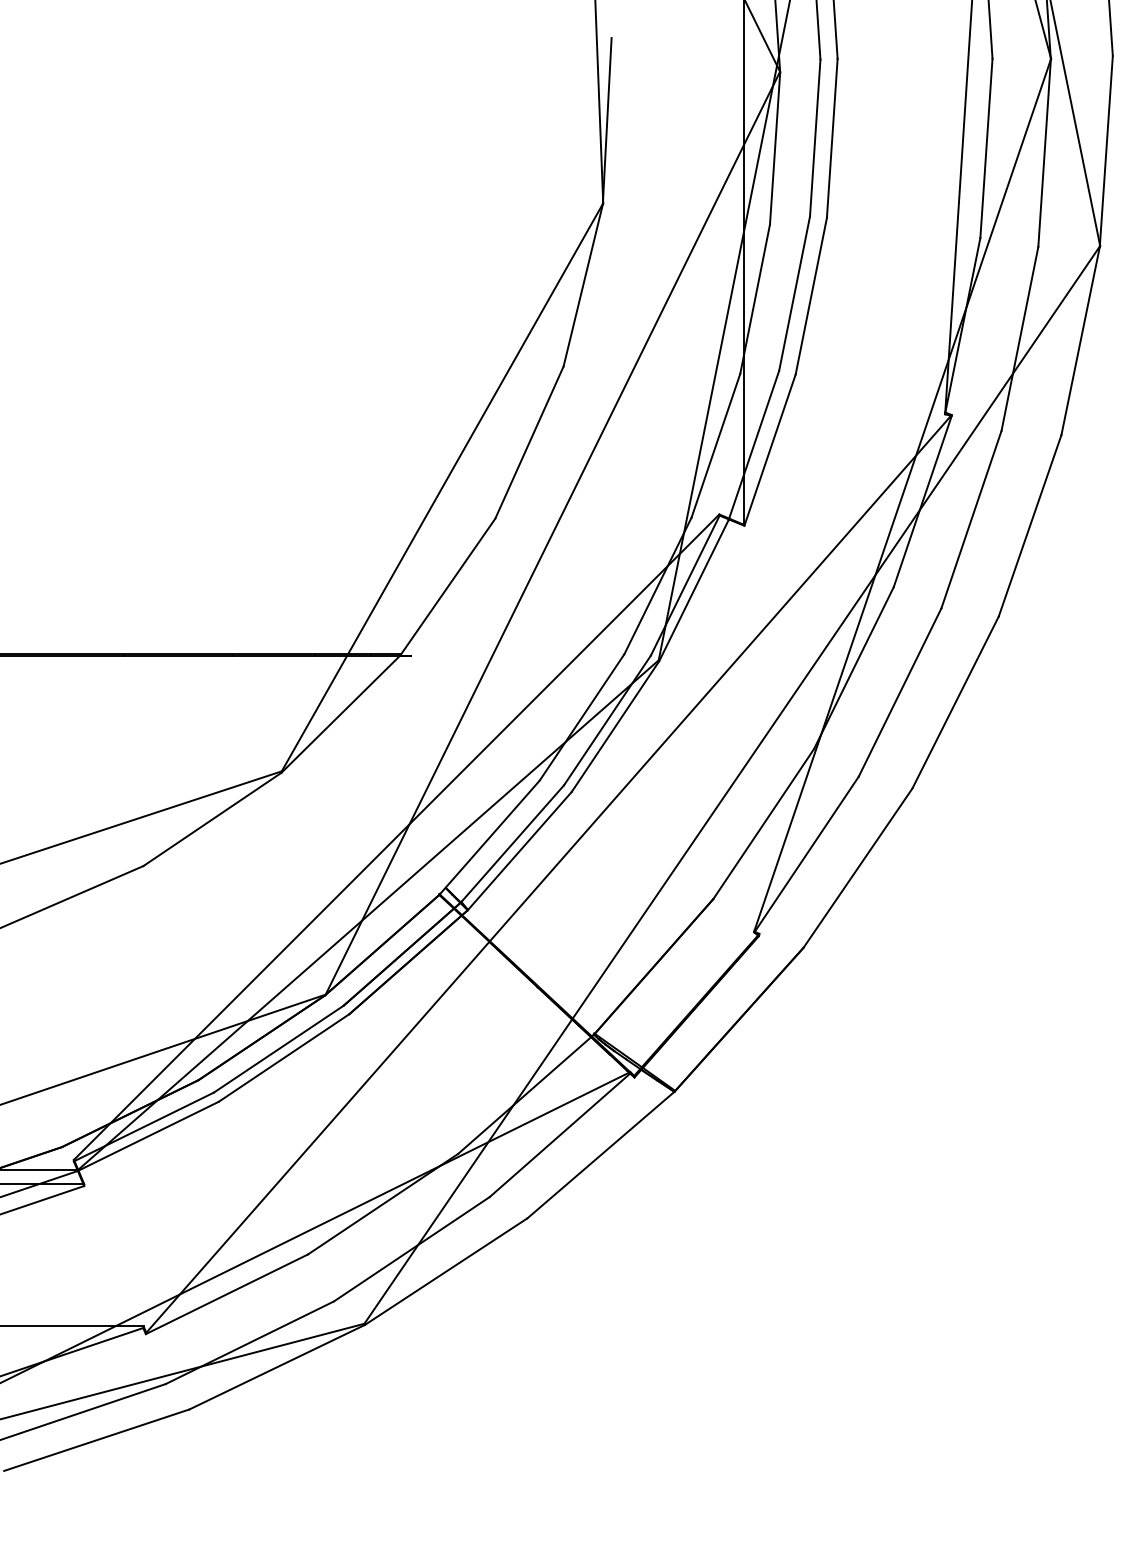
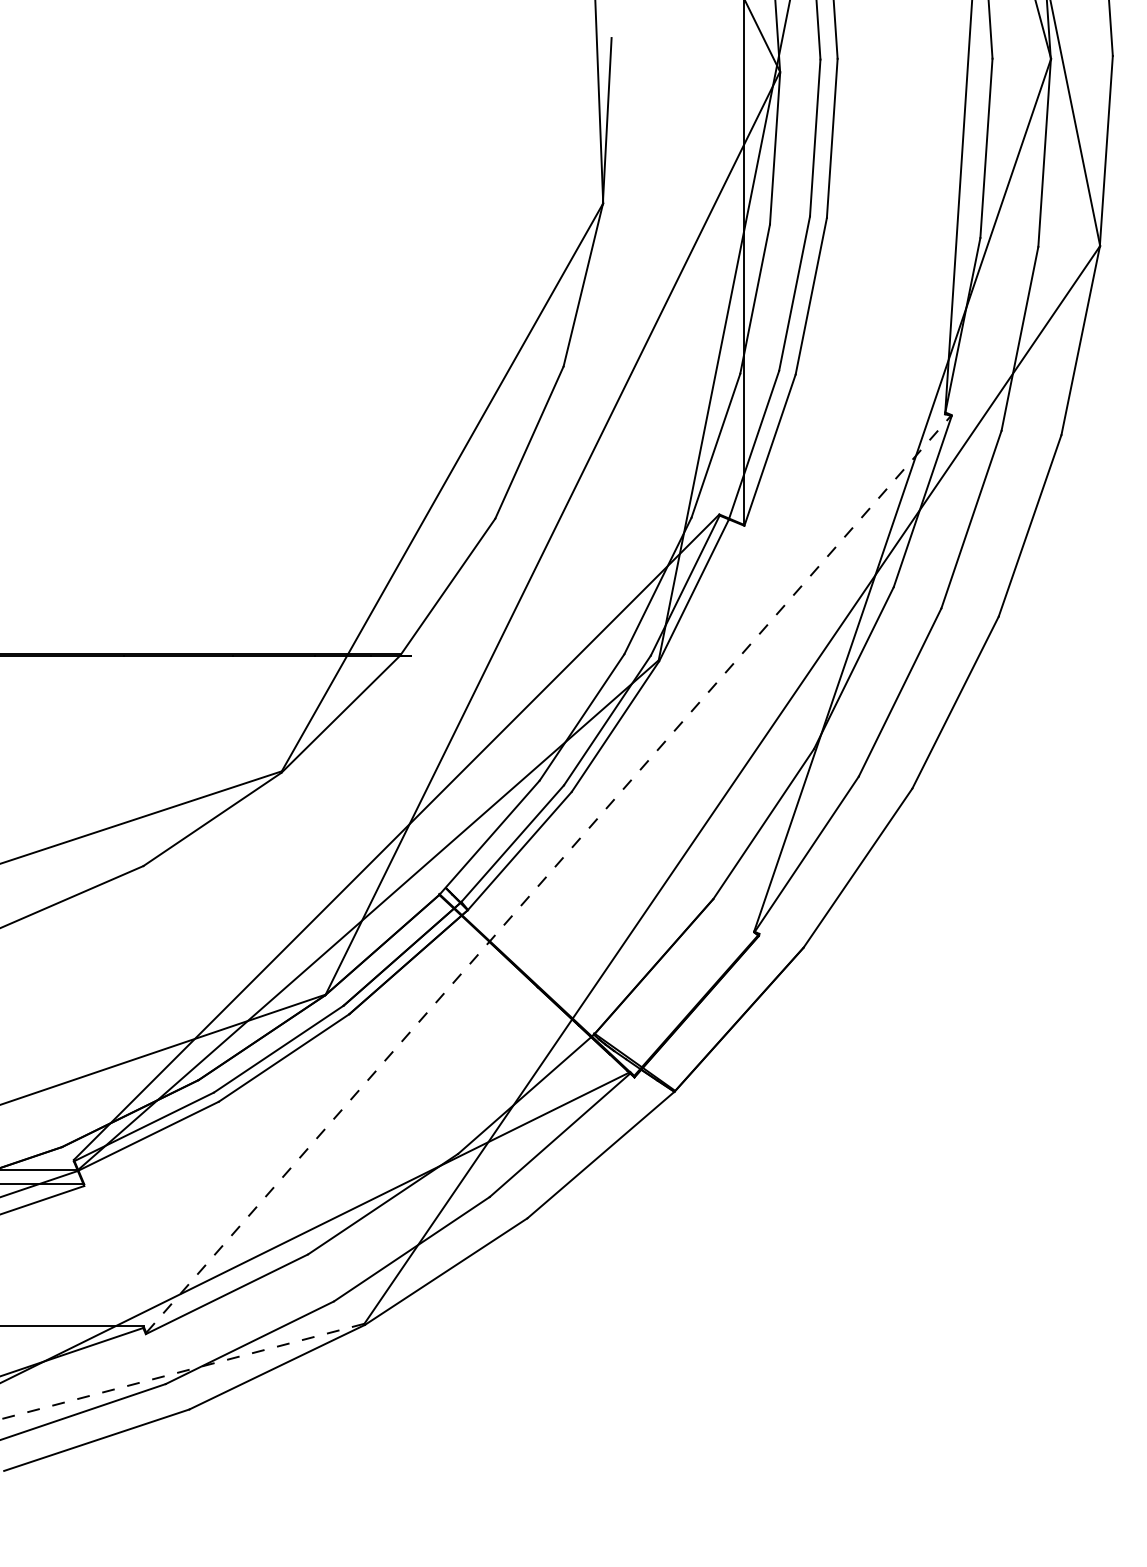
line at (549, 873): solid -> dashed
line at (182, 1371): solid -> dashed
